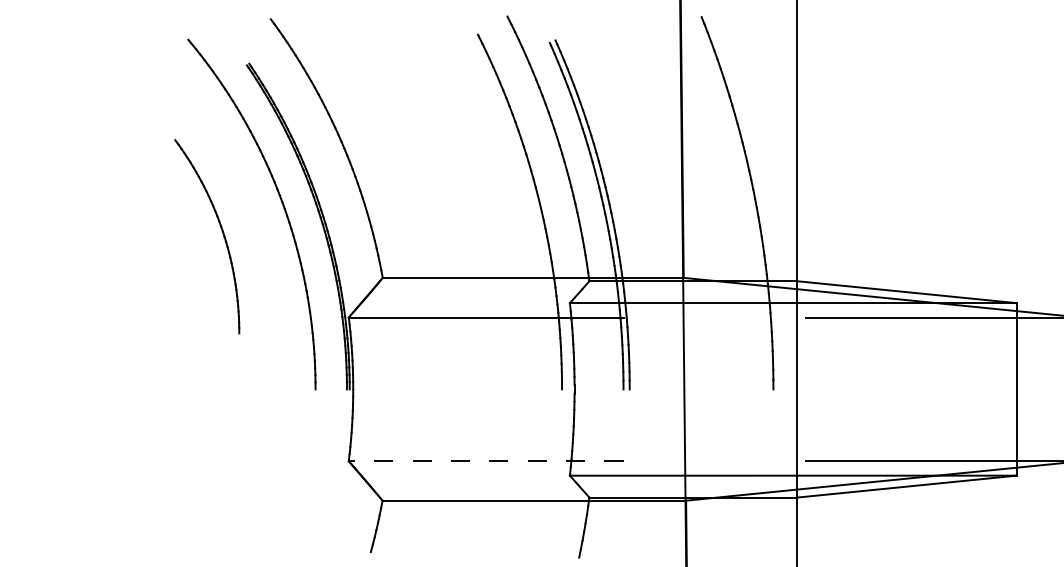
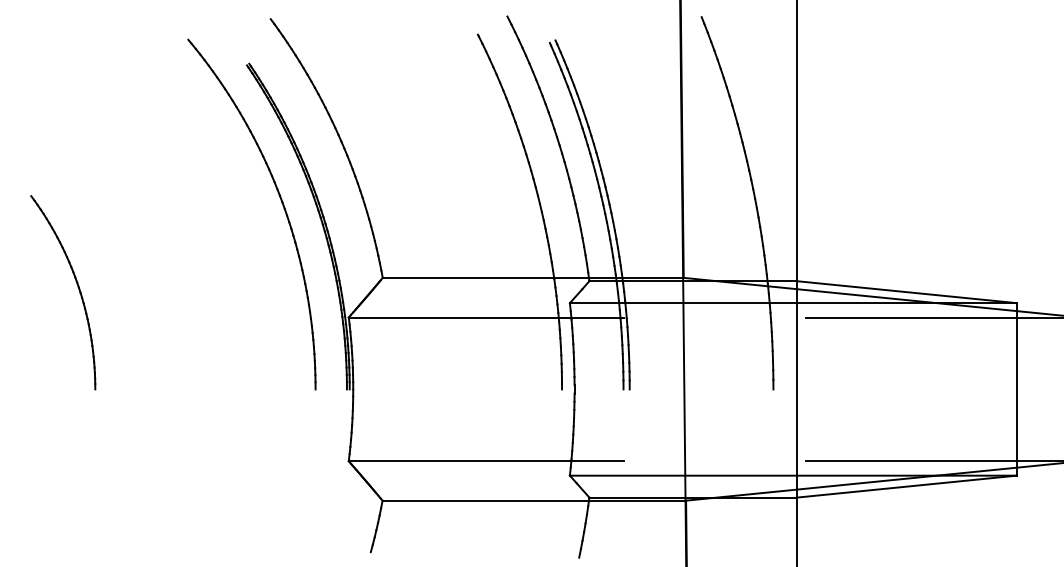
part at (221, 231) position: (221, 231) -> (77, 287)
line at (485, 461): dashed -> solid
